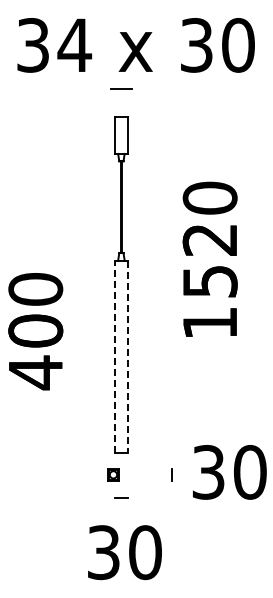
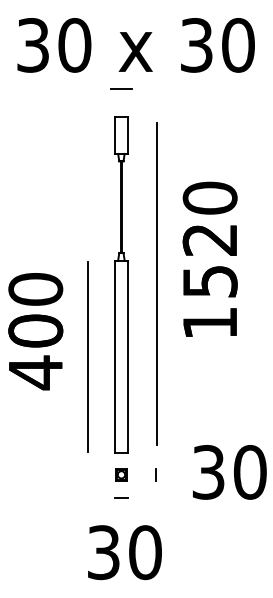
text at (74, 45): 34 -> 30
line at (156, 283): none -> present
line at (88, 356): none -> present
line at (115, 356): dashed -> solid
line at (127, 357): dashed -> solid
part at (113, 474) position: (113, 474) -> (121, 474)
line at (171, 474) position: (171, 474) -> (155, 474)
